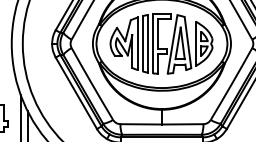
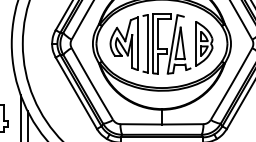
line at (187, 42): present -> none
line at (142, 43): present -> none
